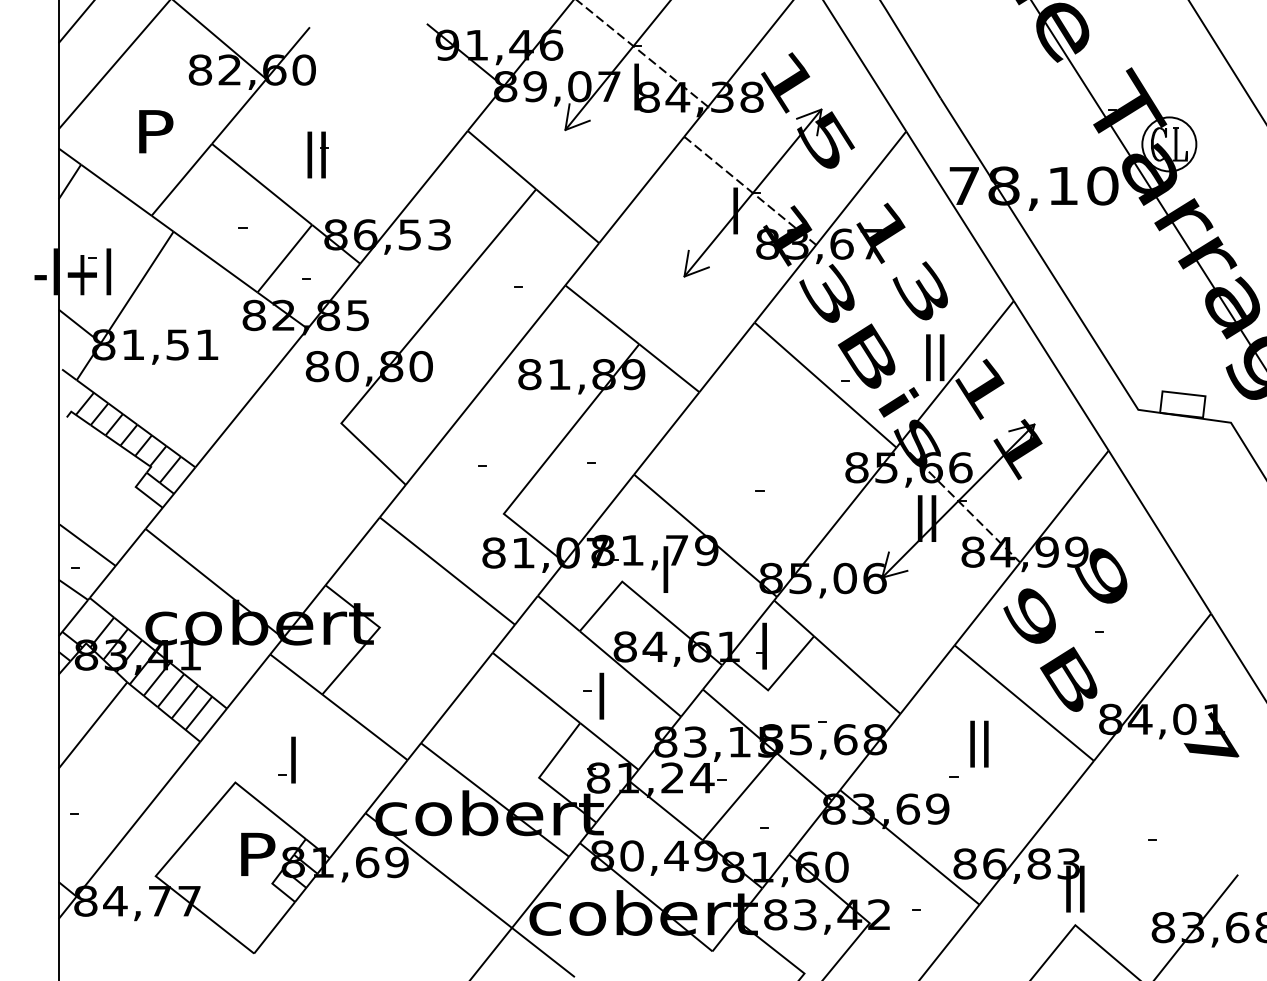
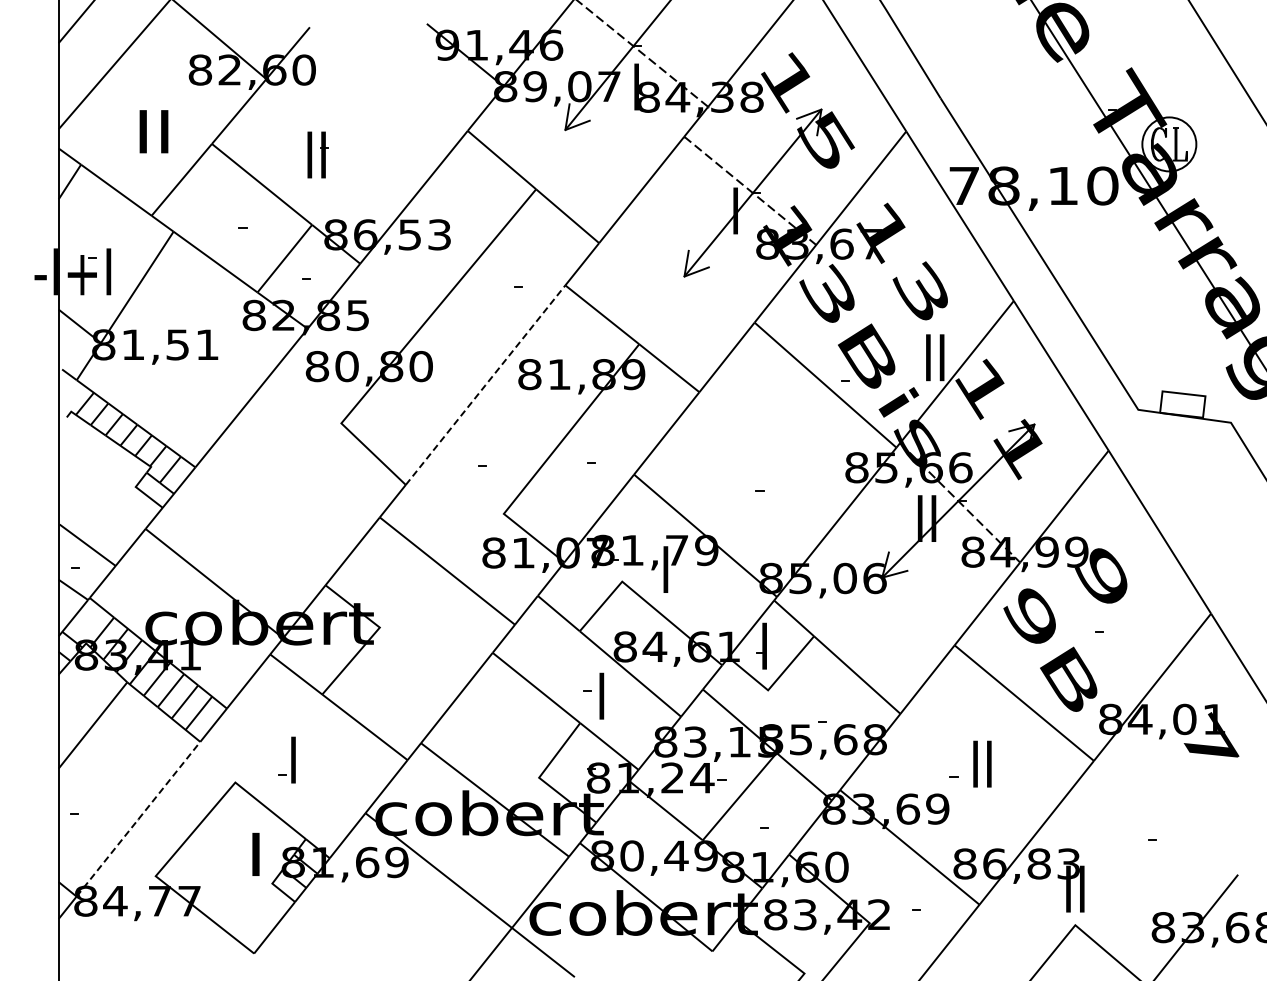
text at (156, 131): P -> II
line at (485, 385): solid -> dashed
text at (979, 743) position: (979, 743) -> (982, 763)
line at (138, 819): solid -> dashed
text at (258, 853): P -> I
